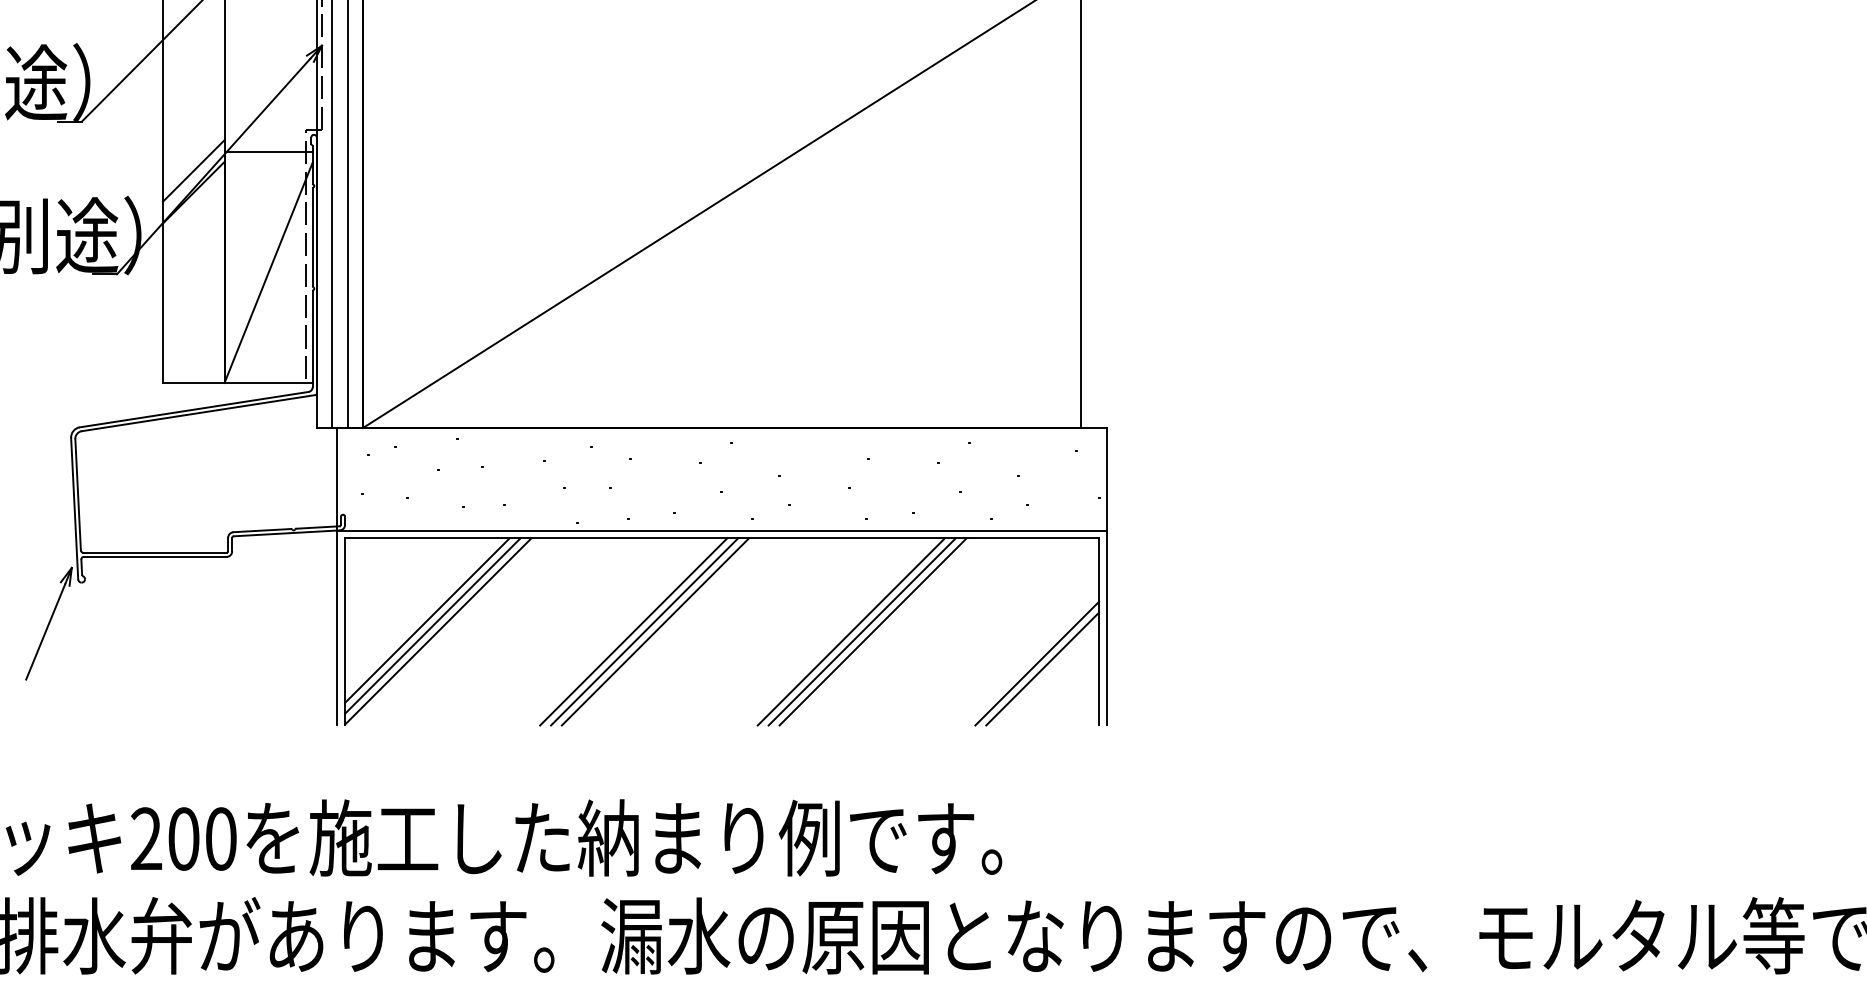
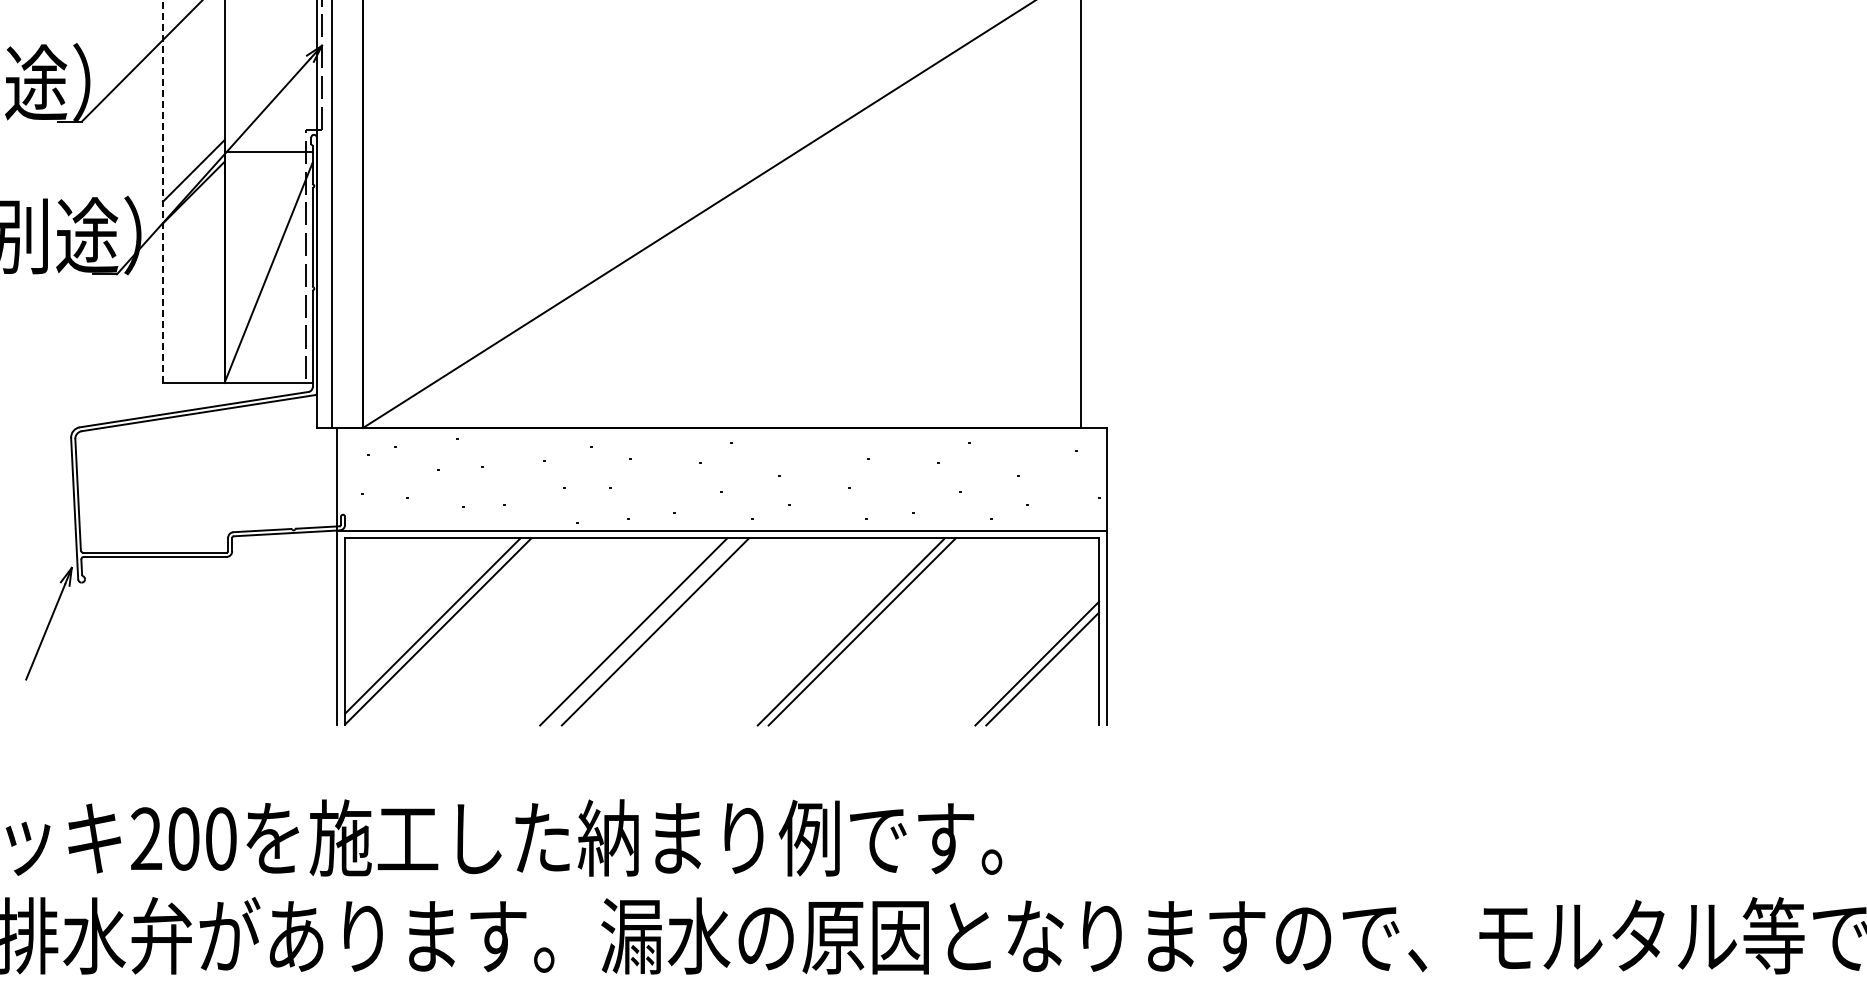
line at (163, 191): solid -> dashed
line at (347, 214): present -> none
line at (427, 620): present -> none
line at (644, 631): present -> none
line at (872, 631): present -> none
